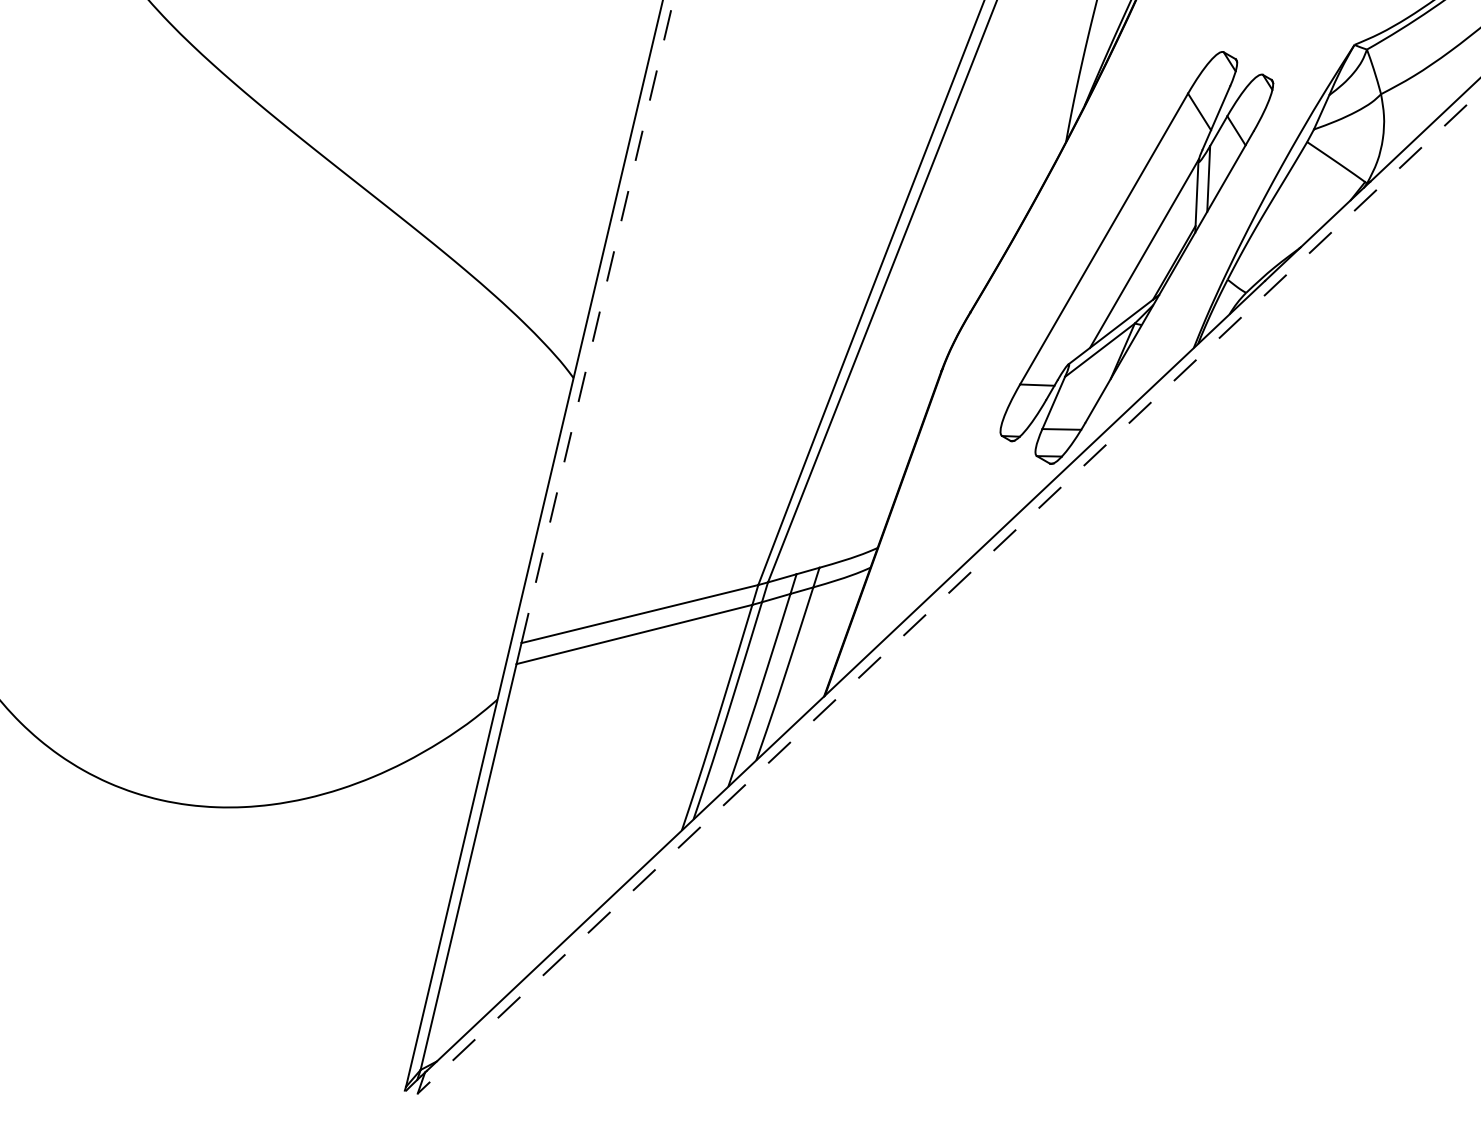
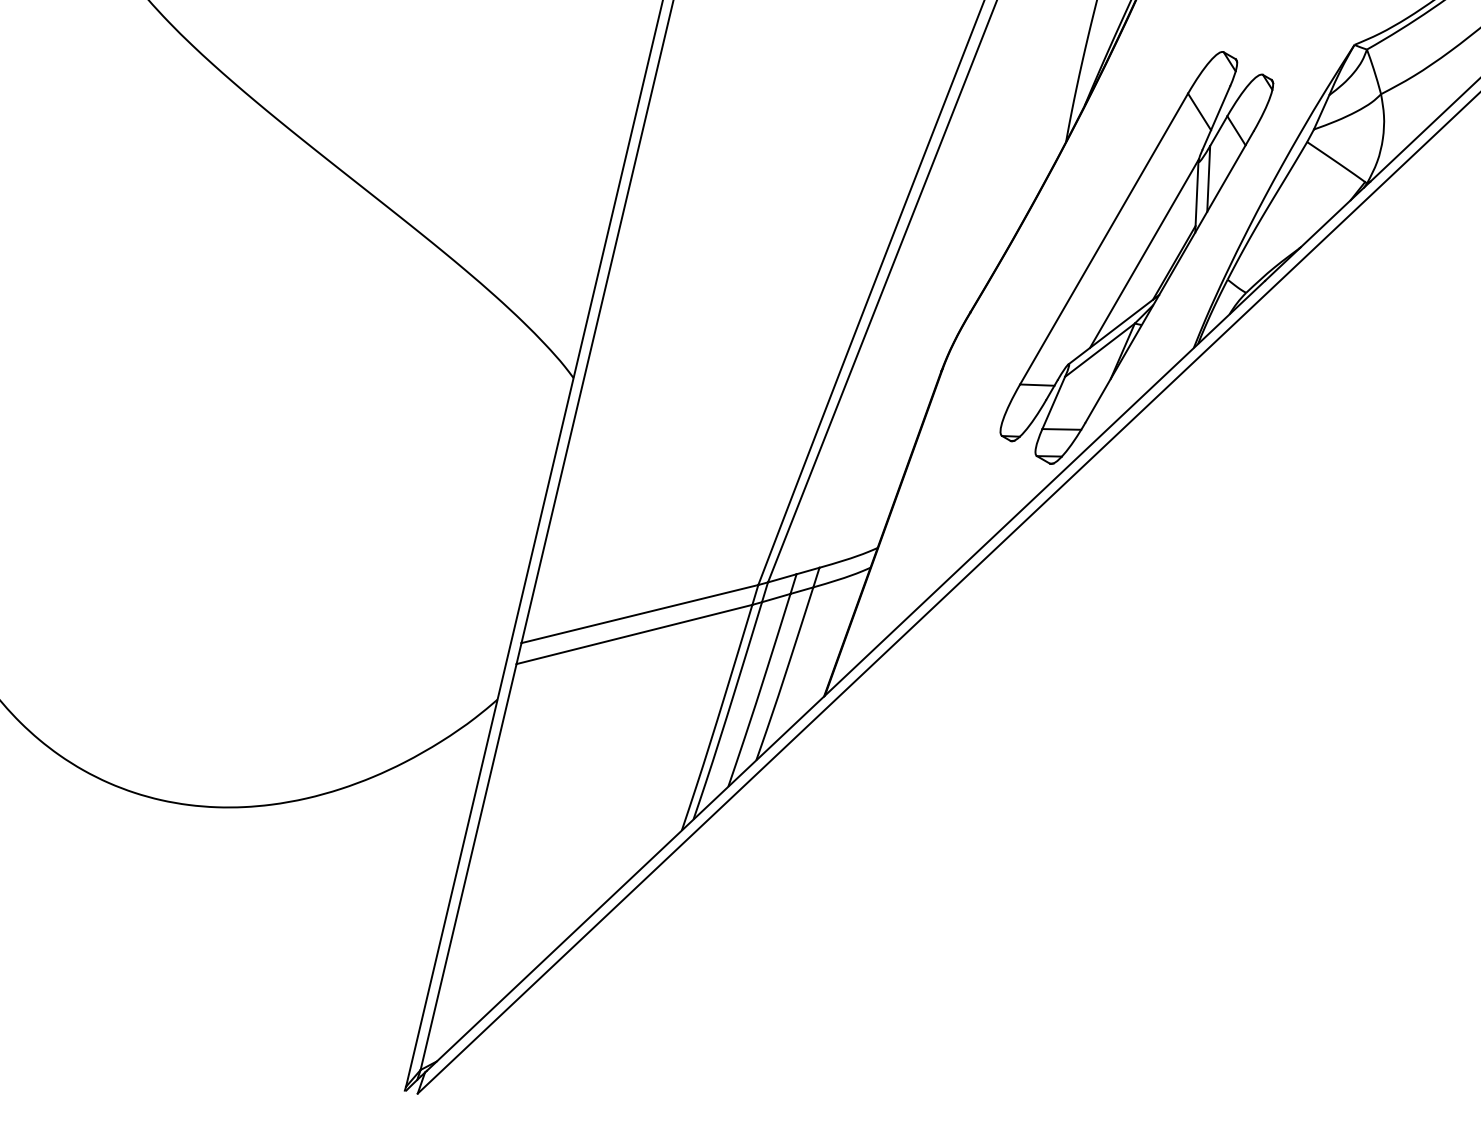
line at (597, 321): dashed -> solid
line at (948, 593): dashed -> solid
